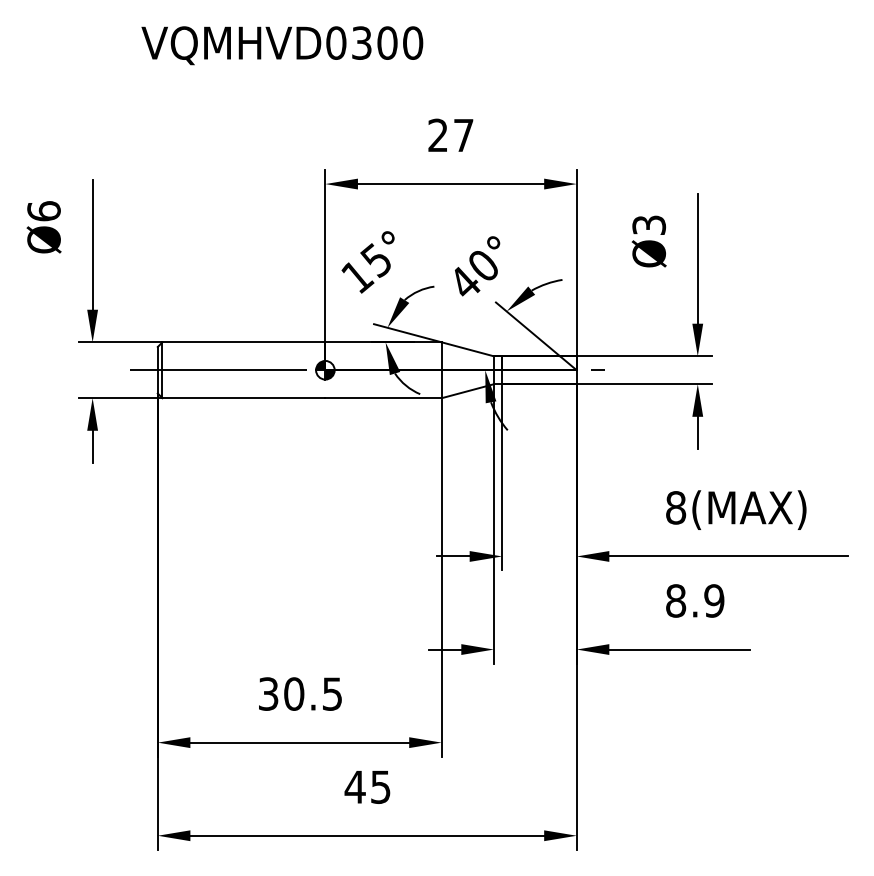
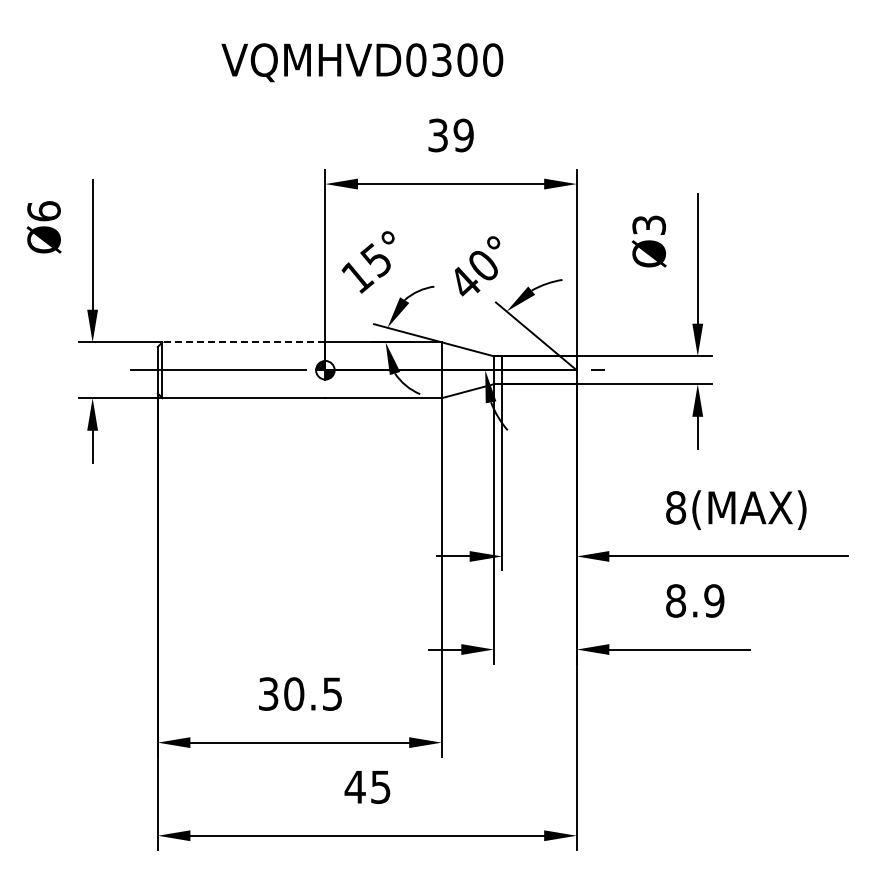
text at (282, 45) position: (282, 45) -> (362, 62)
text at (450, 135): 27 -> 39
line at (243, 342): solid -> dashed
